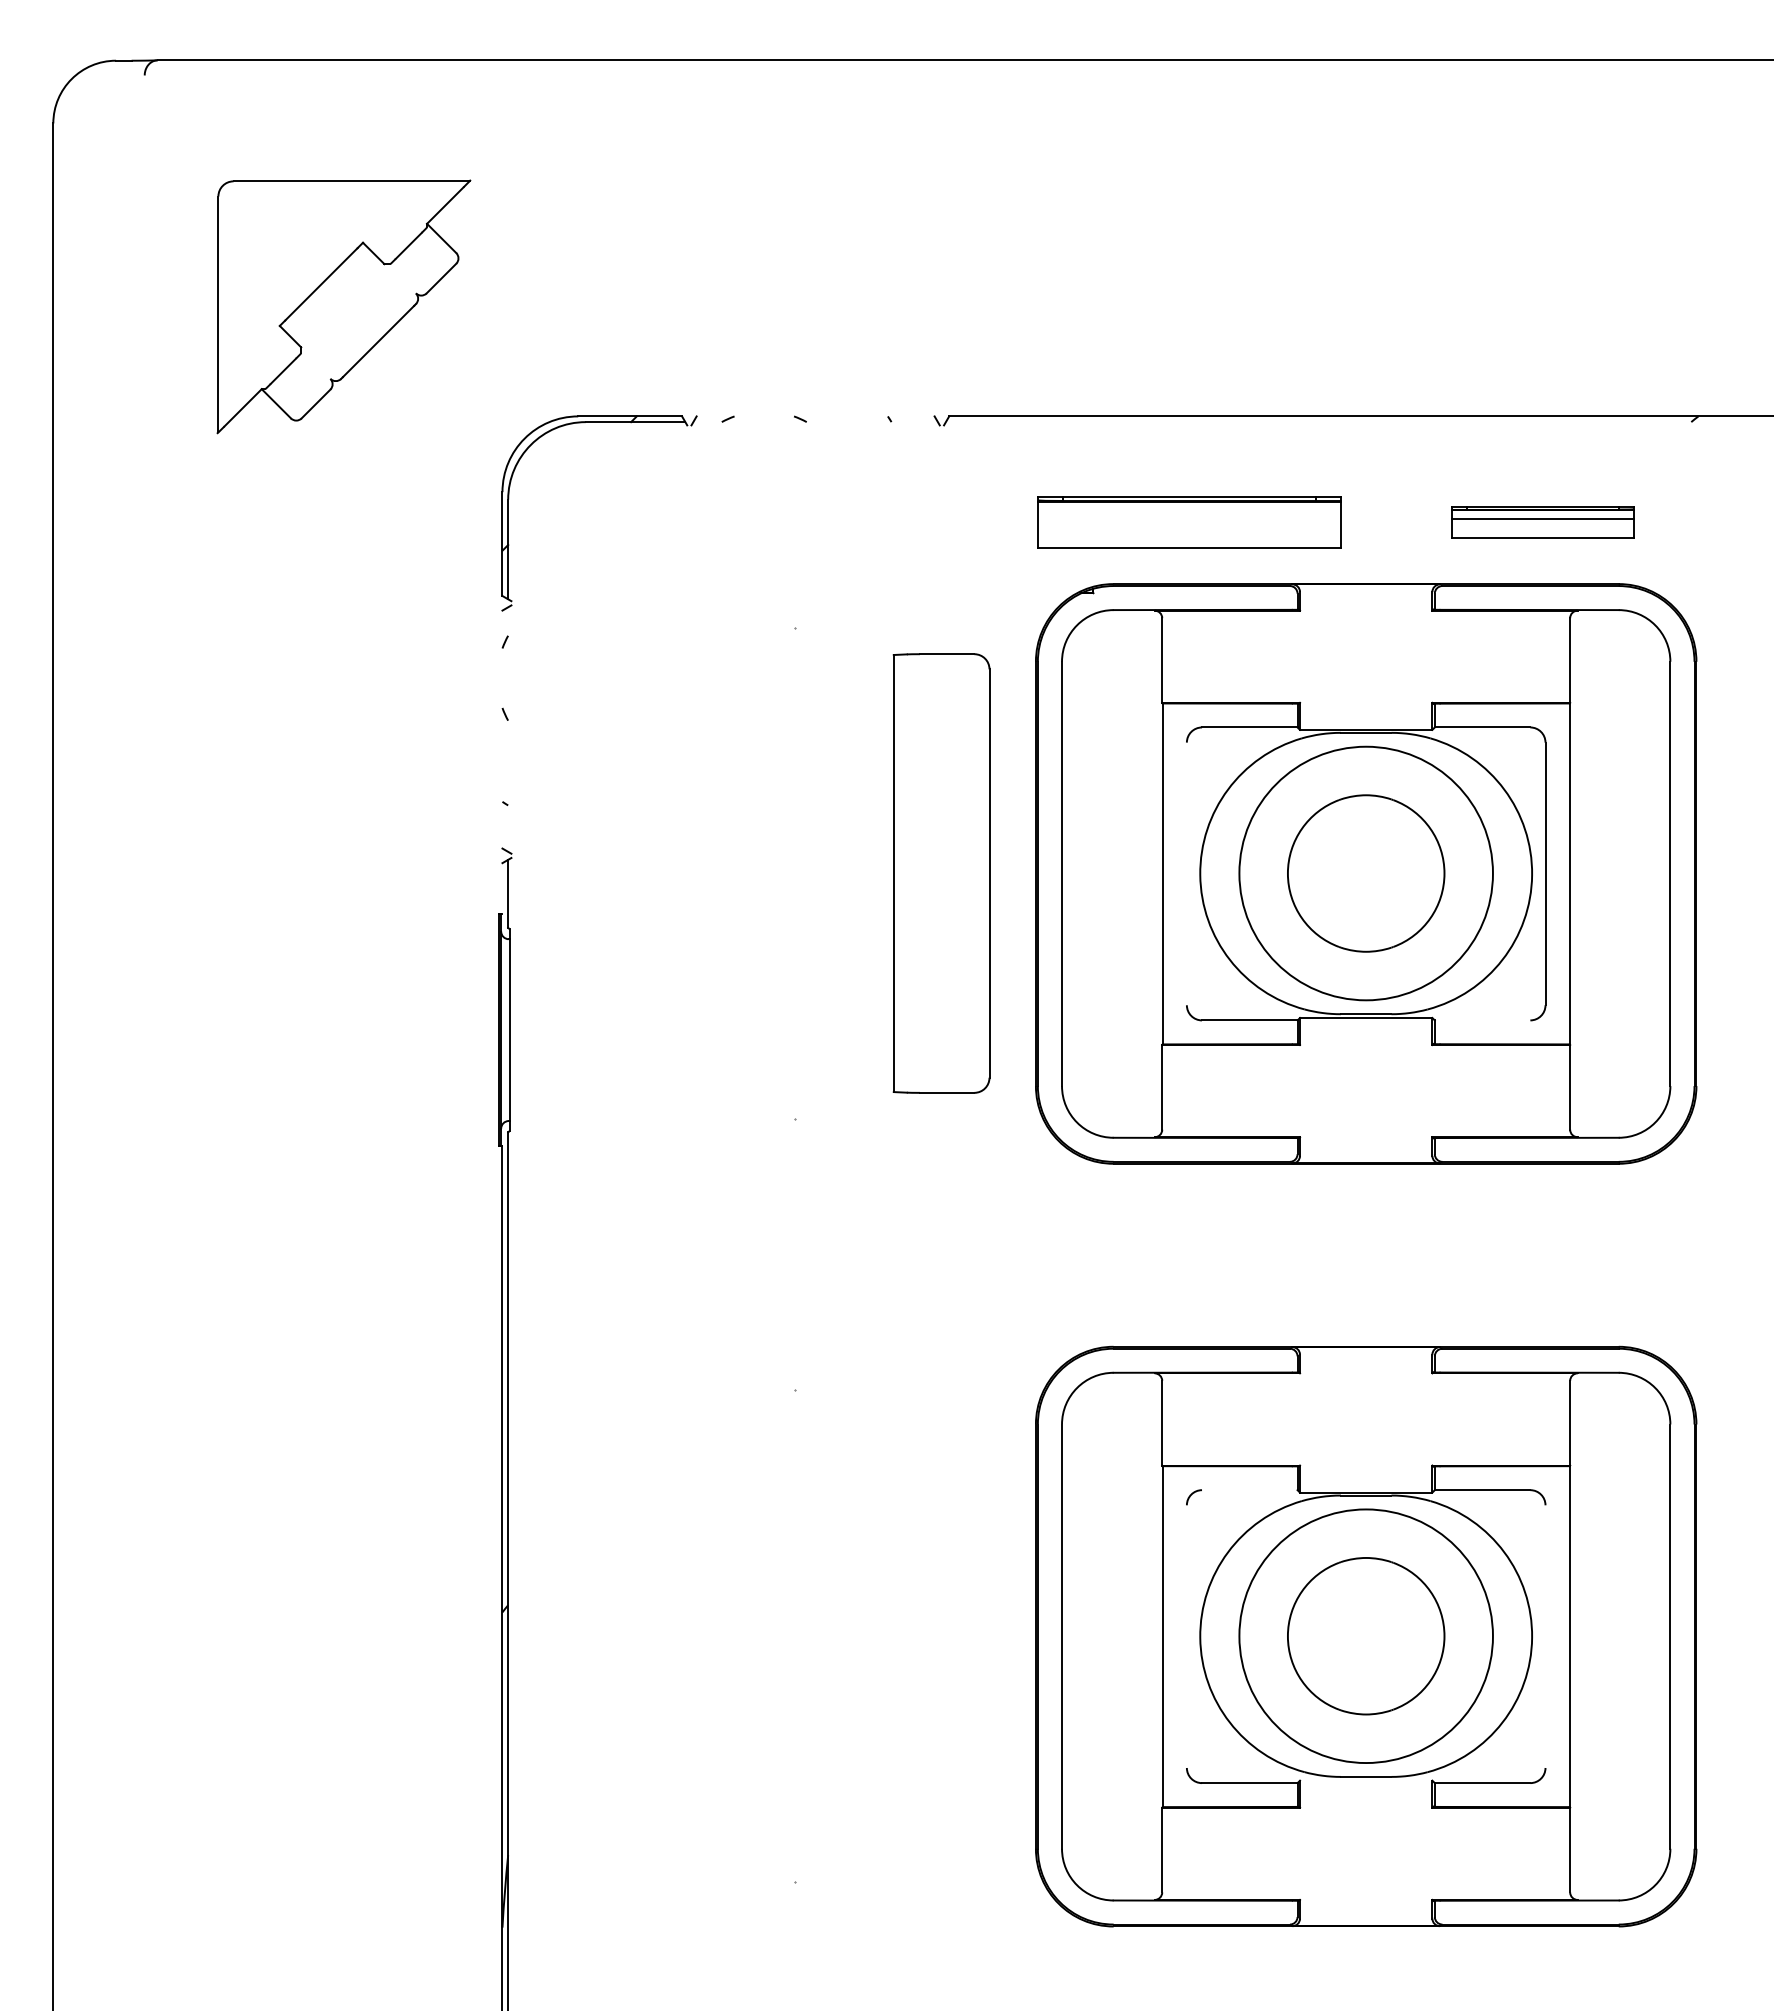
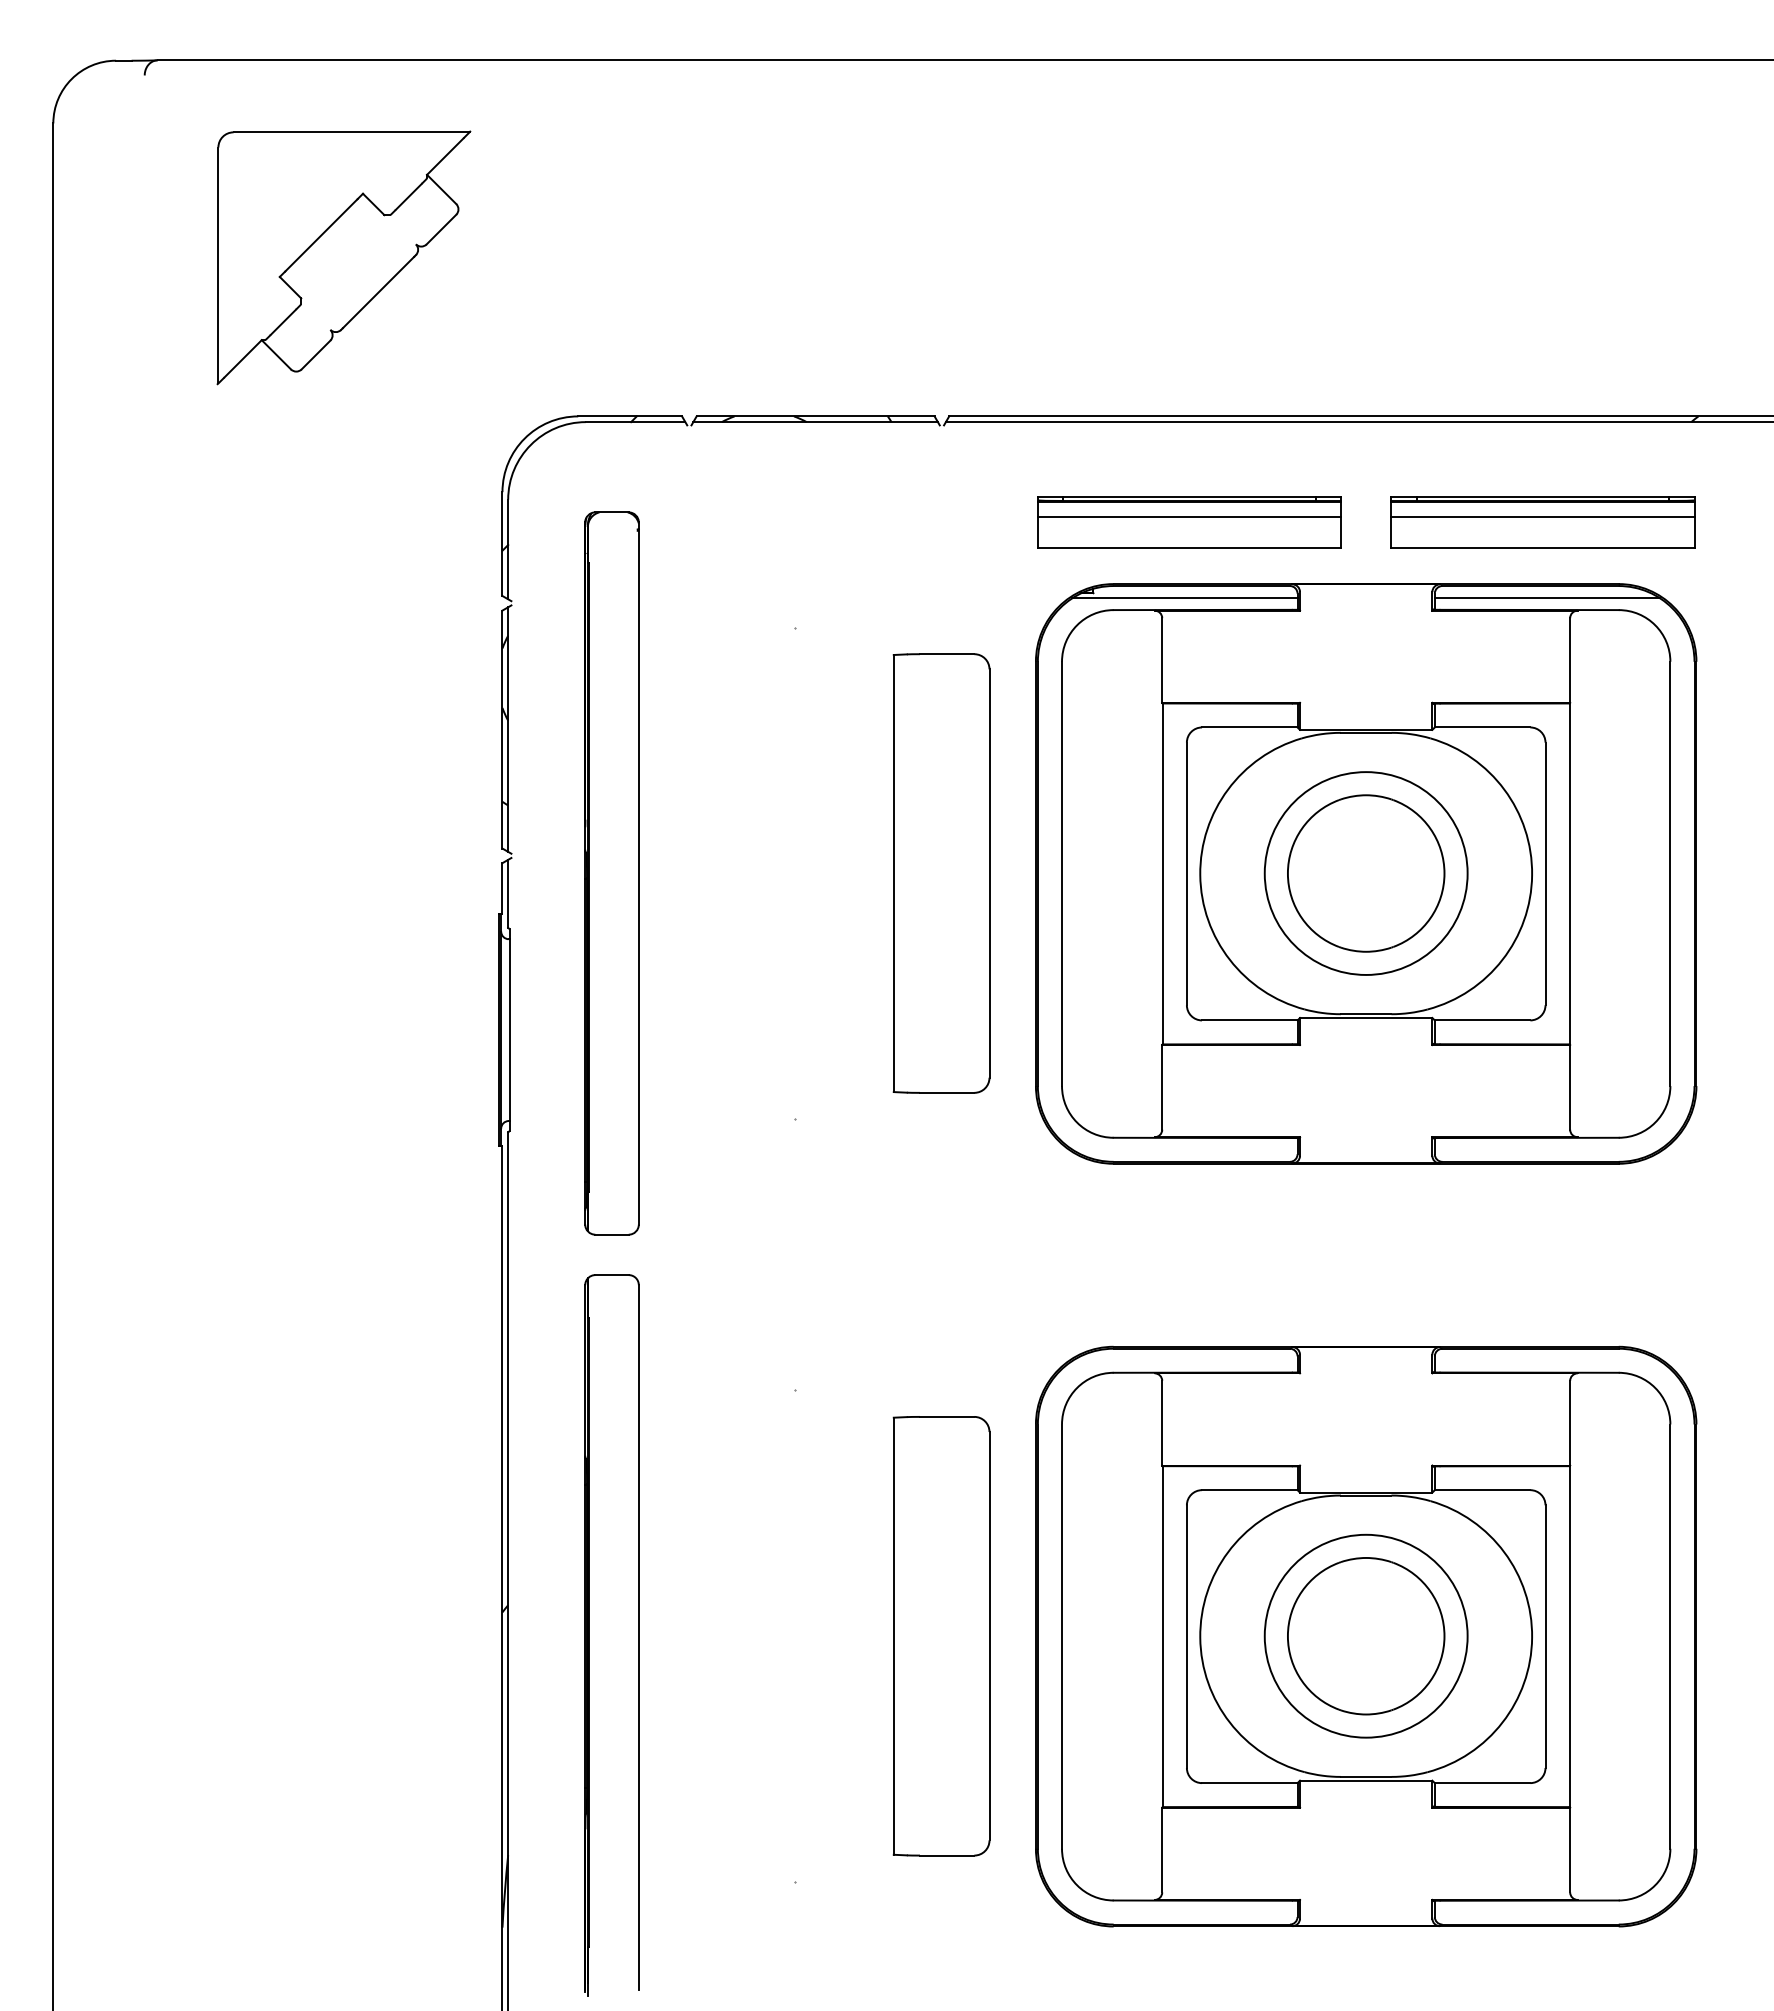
part at (343, 306) position: (343, 306) -> (343, 257)
line at (815, 416): none -> present
line at (815, 422): none -> present
line at (1357, 422): none -> present
line at (1188, 517): none -> present
part at (1542, 522) size: 184x33 px -> 306x53 px
line at (1184, 598): none -> present
line at (1547, 598): none -> present
line at (502, 729): none -> present
line at (508, 729): none -> present
part at (611, 873): none -> present
line at (1186, 873): none -> present
circle at (1365, 873) diameter: 254 px -> 203 px
line at (502, 888): none -> present
line at (1482, 1020): none -> present
line at (1249, 1490): none -> present
part at (589, 1635): none -> present
part at (941, 1636): none -> present
line at (1186, 1636): none -> present
circle at (1365, 1636) diameter: 254 px -> 203 px
line at (1545, 1636): none -> present
line at (1366, 1780): none -> present
